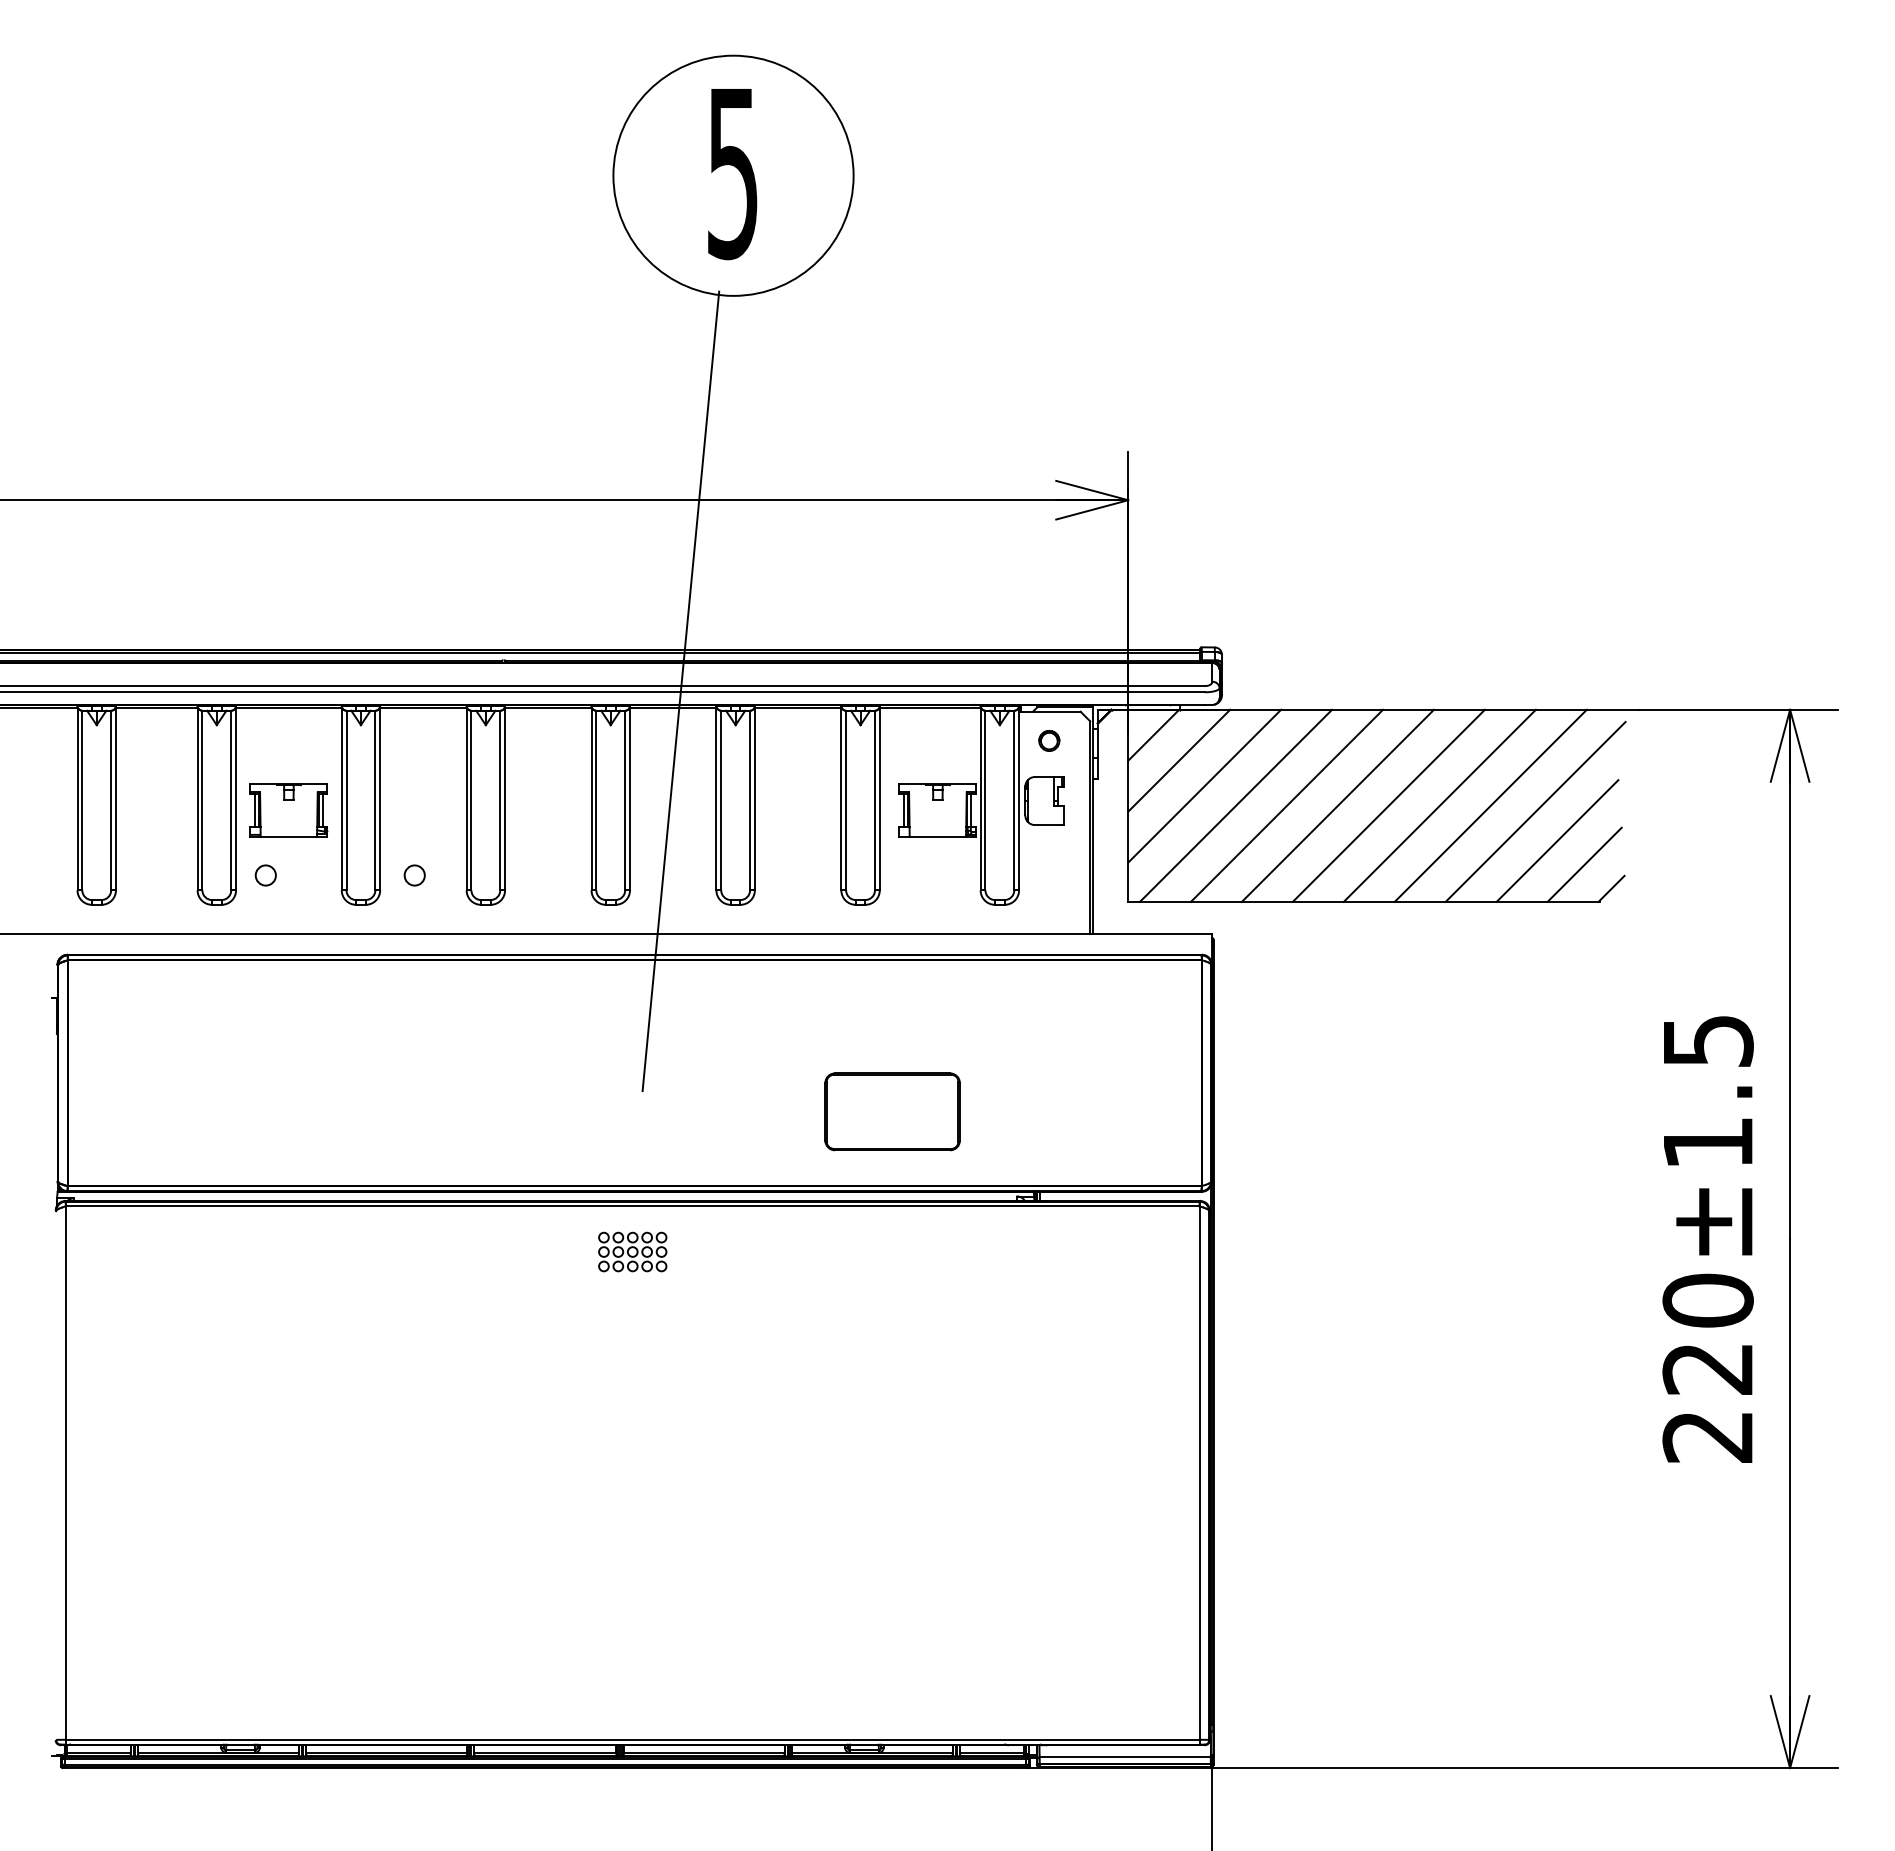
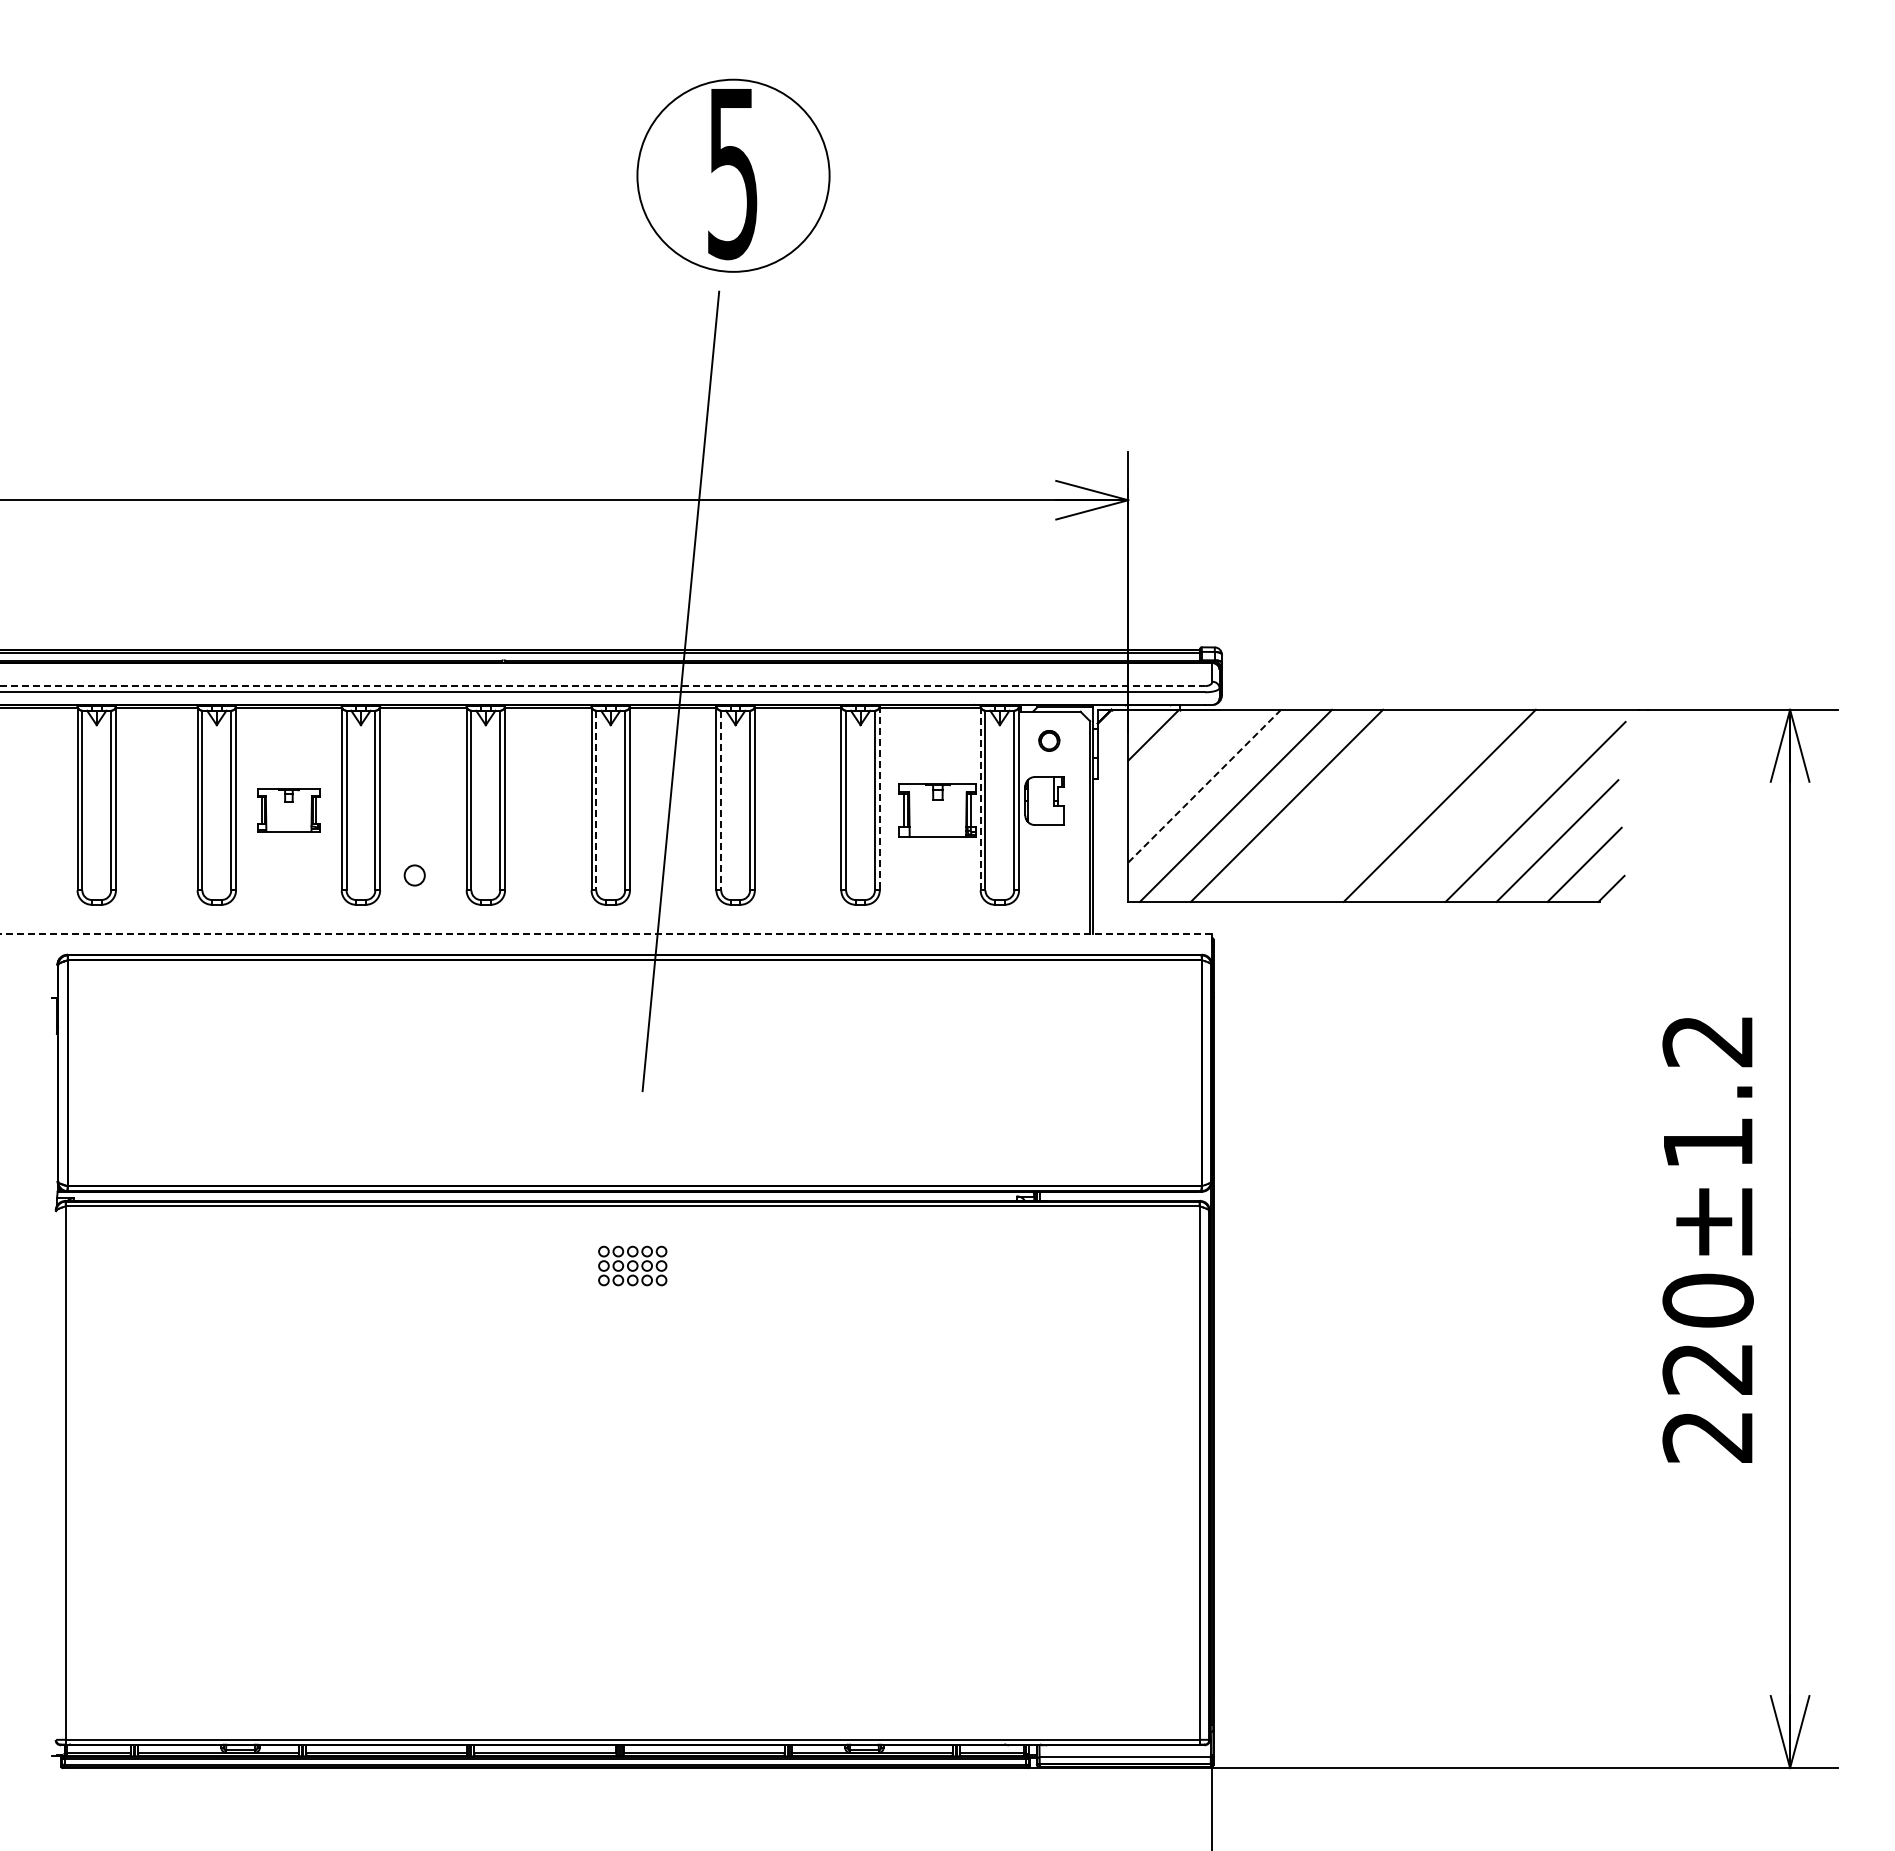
circle at (733, 175) diameter: 240 px -> 192 px
line at (603, 686): solid -> dashed
line at (1179, 760): present -> none
line at (1204, 786): solid -> dashed
line at (980, 797): solid -> dashed
line at (879, 798): solid -> dashed
line at (596, 800): solid -> dashed
line at (721, 800): solid -> dashed
line at (1337, 805): present -> none
line at (1388, 805): present -> none
line at (1490, 805): present -> none
part at (288, 810) size: 80x55 px -> 64x45 px
circle at (265, 875): present -> none
line at (605, 933): solid -> dashed
text at (1707, 1041): 220±1.5 -> 220±1.2
part at (892, 1111): present -> none
part at (632, 1251) position: (632, 1251) -> (632, 1265)
